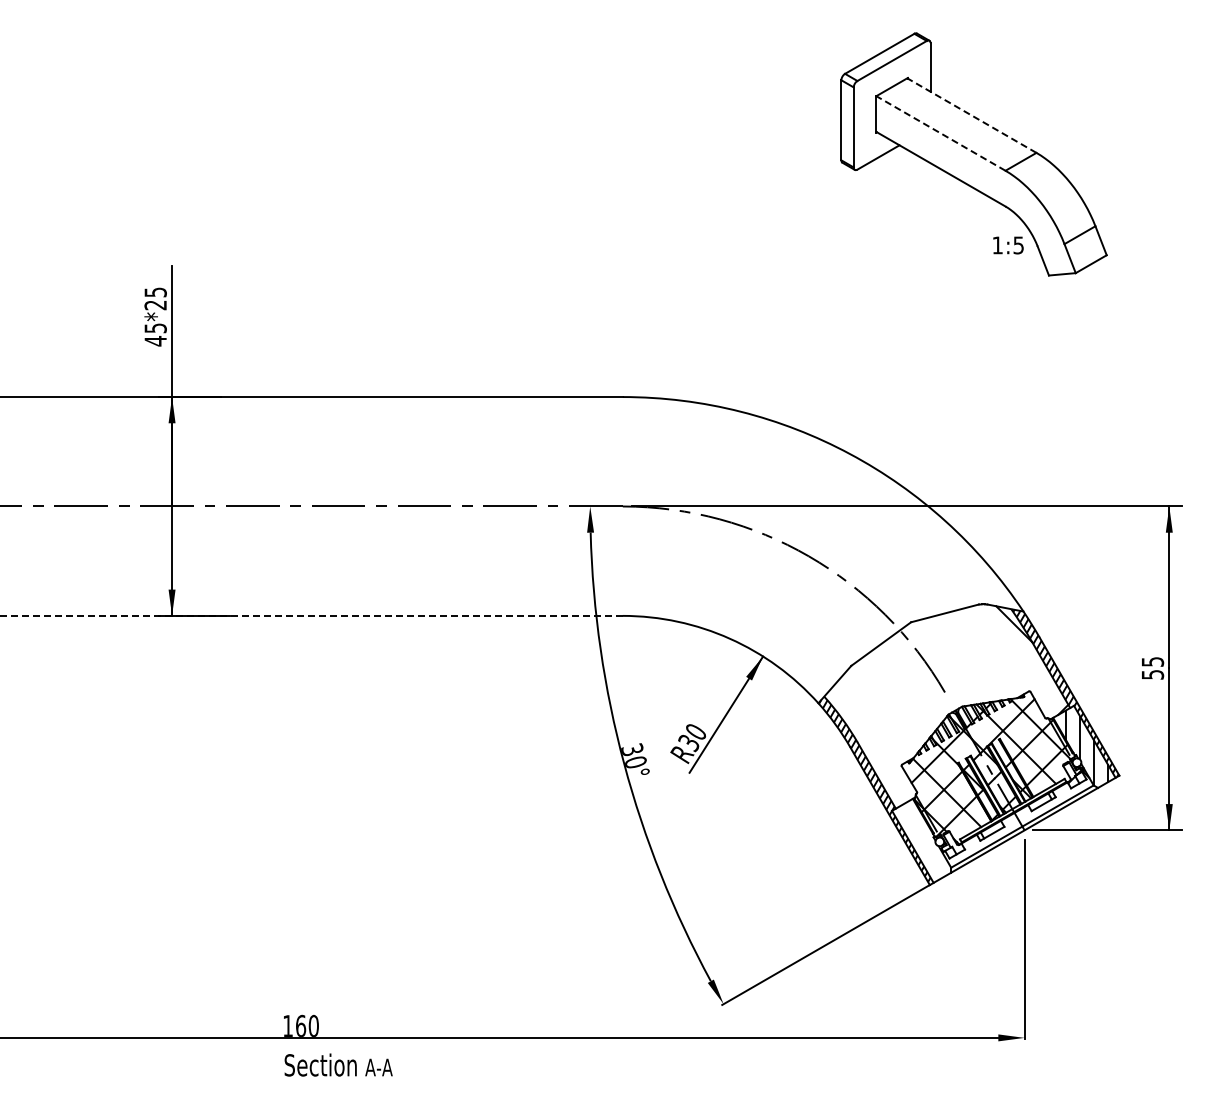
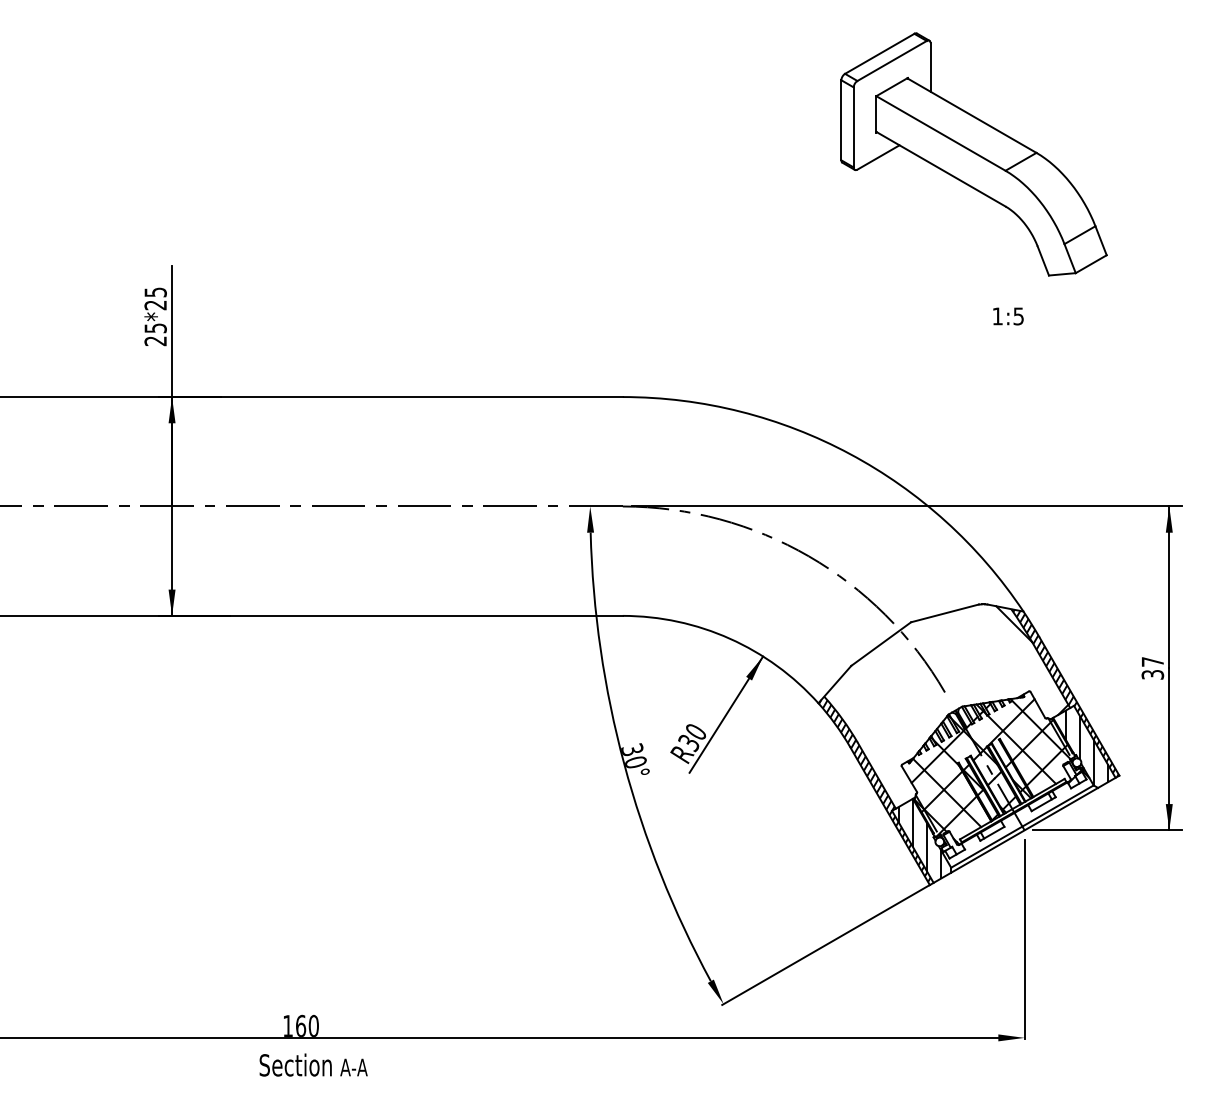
line at (971, 115): dashed -> solid
line at (940, 133): dashed -> solid
text at (1008, 245) position: (1008, 245) -> (1008, 316)
text at (155, 340): 45*25 -> 25*25
line at (311, 615): dashed -> solid
text at (1152, 668): 55 -> 37
hatch at (919, 838): none -> present
text at (338, 1064) position: (338, 1064) -> (313, 1064)
